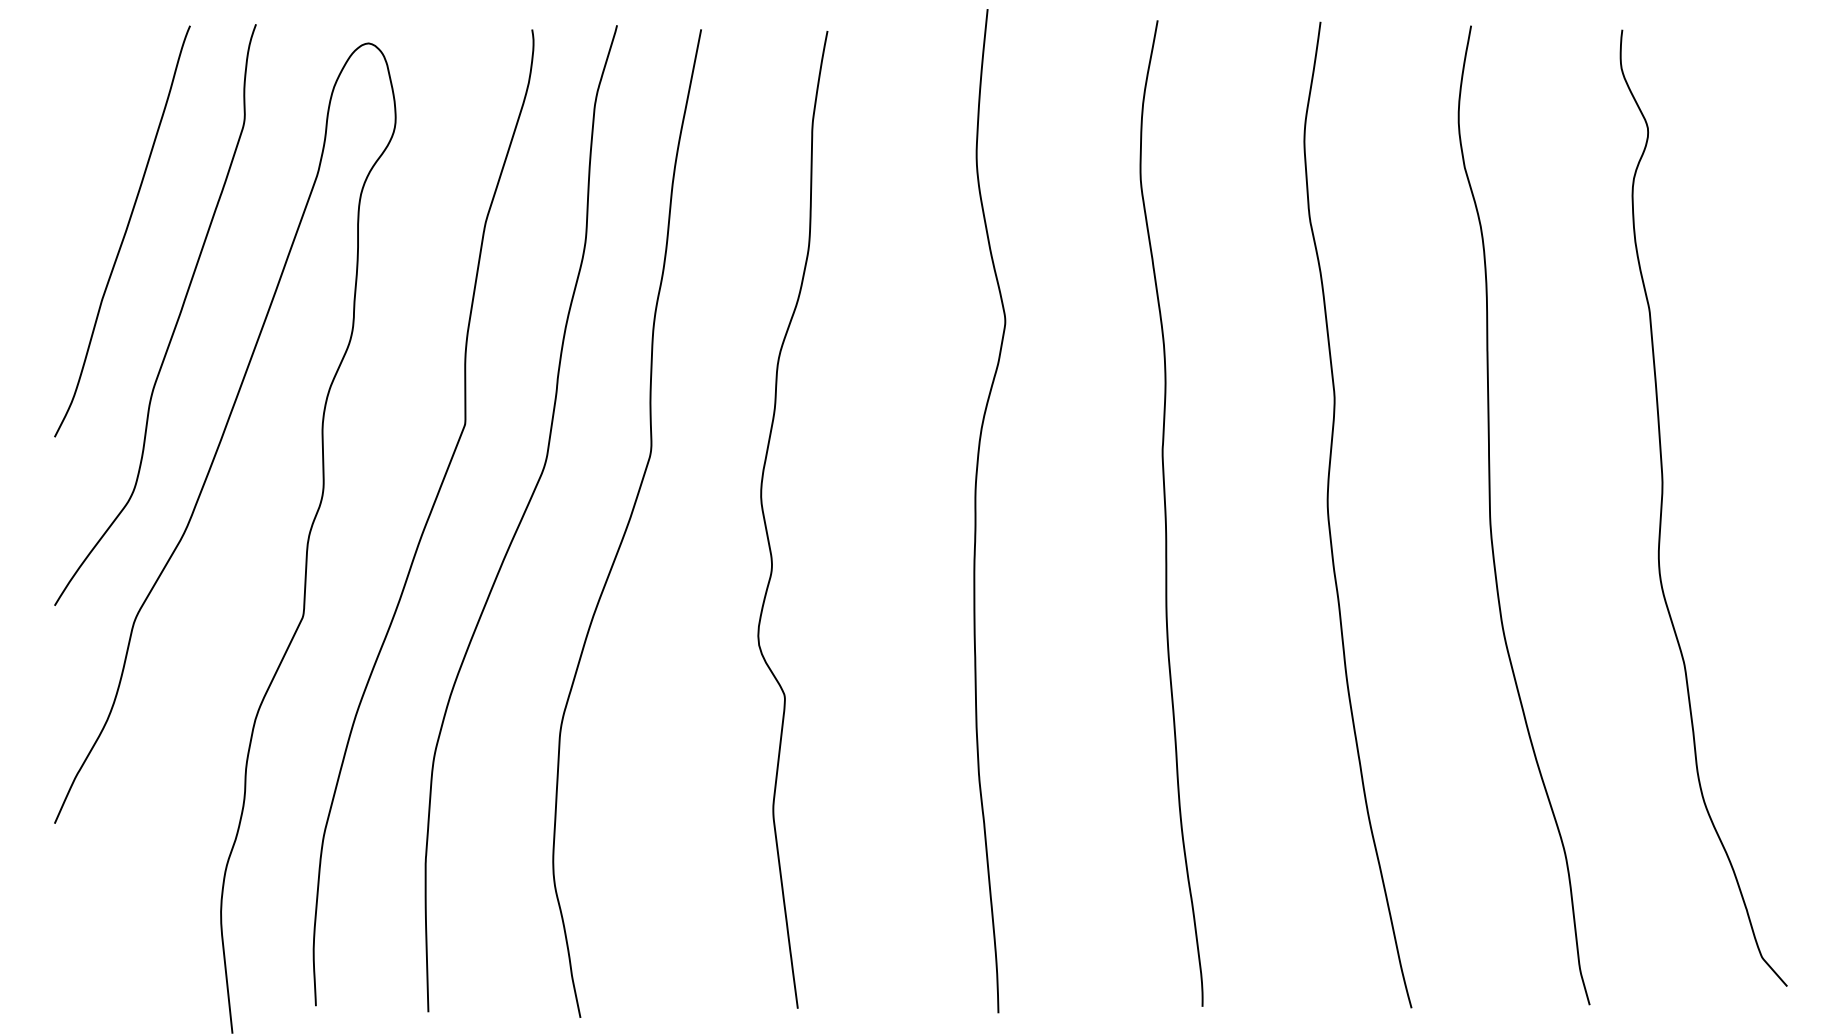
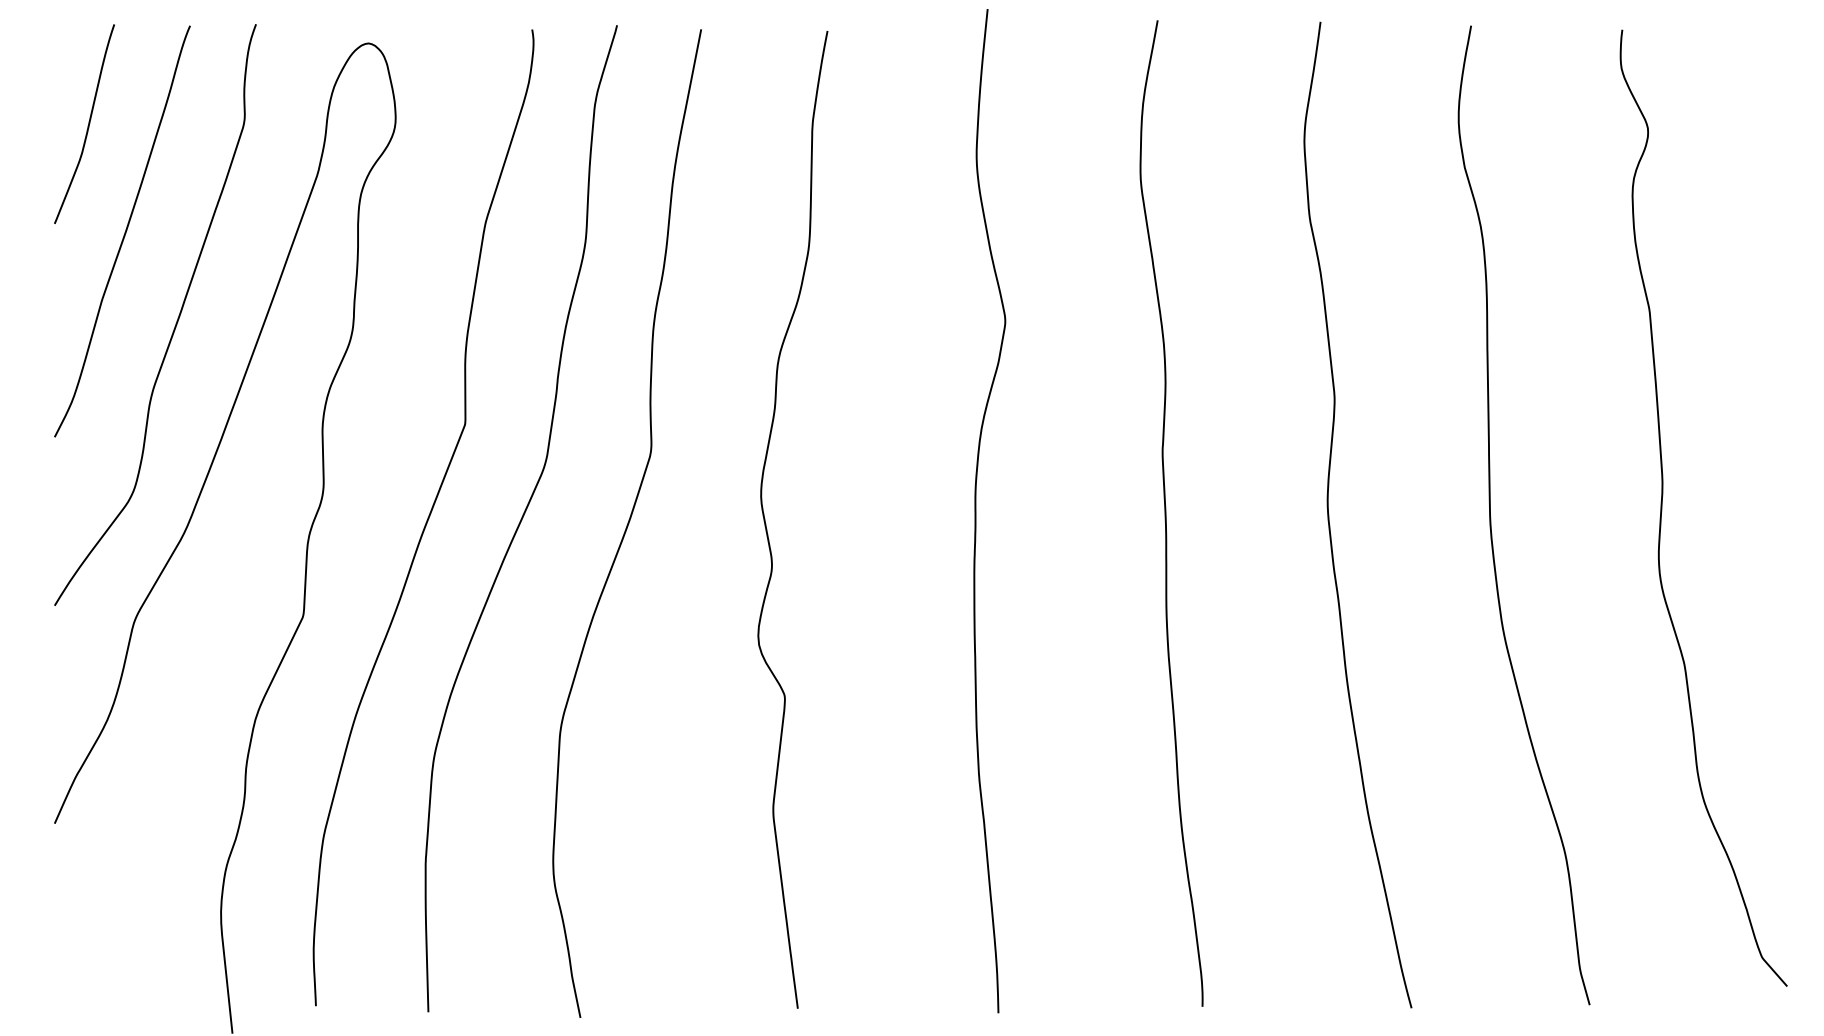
curve at (87, 125): none -> present
